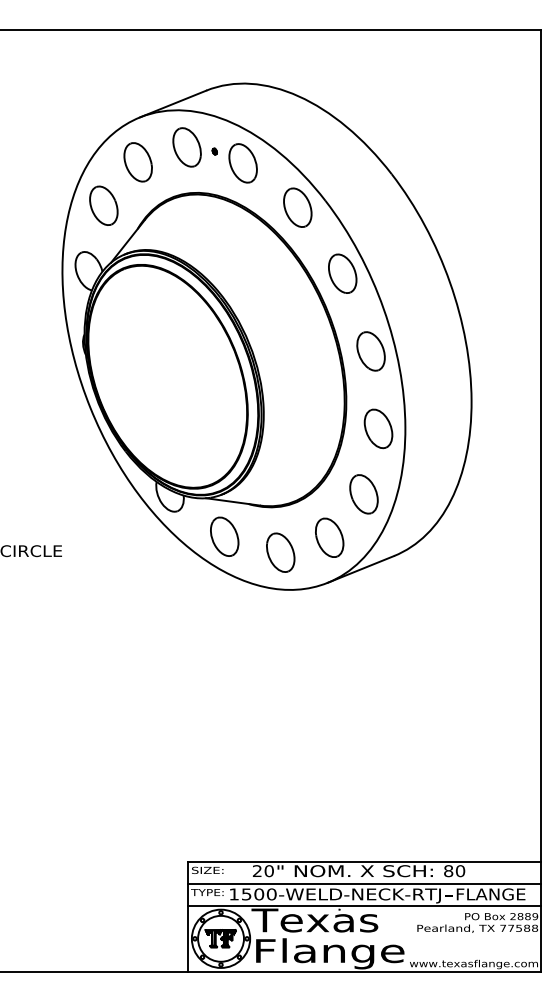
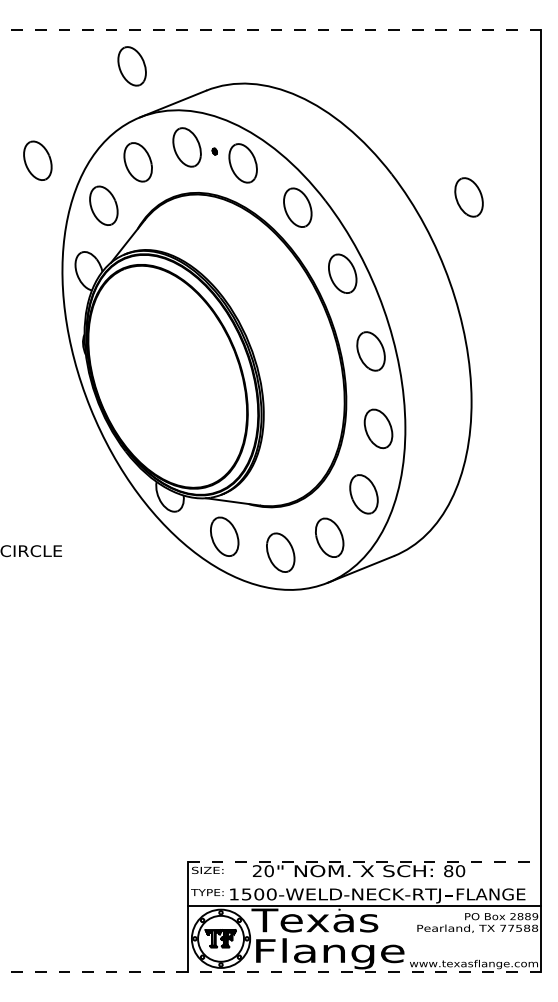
line at (271, 30): solid -> dashed
part at (131, 66): none -> present
part at (37, 160): none -> present
part at (468, 197): none -> present
line at (364, 861): solid -> dashed
line at (364, 883): present -> none
line at (271, 971): solid -> dashed
